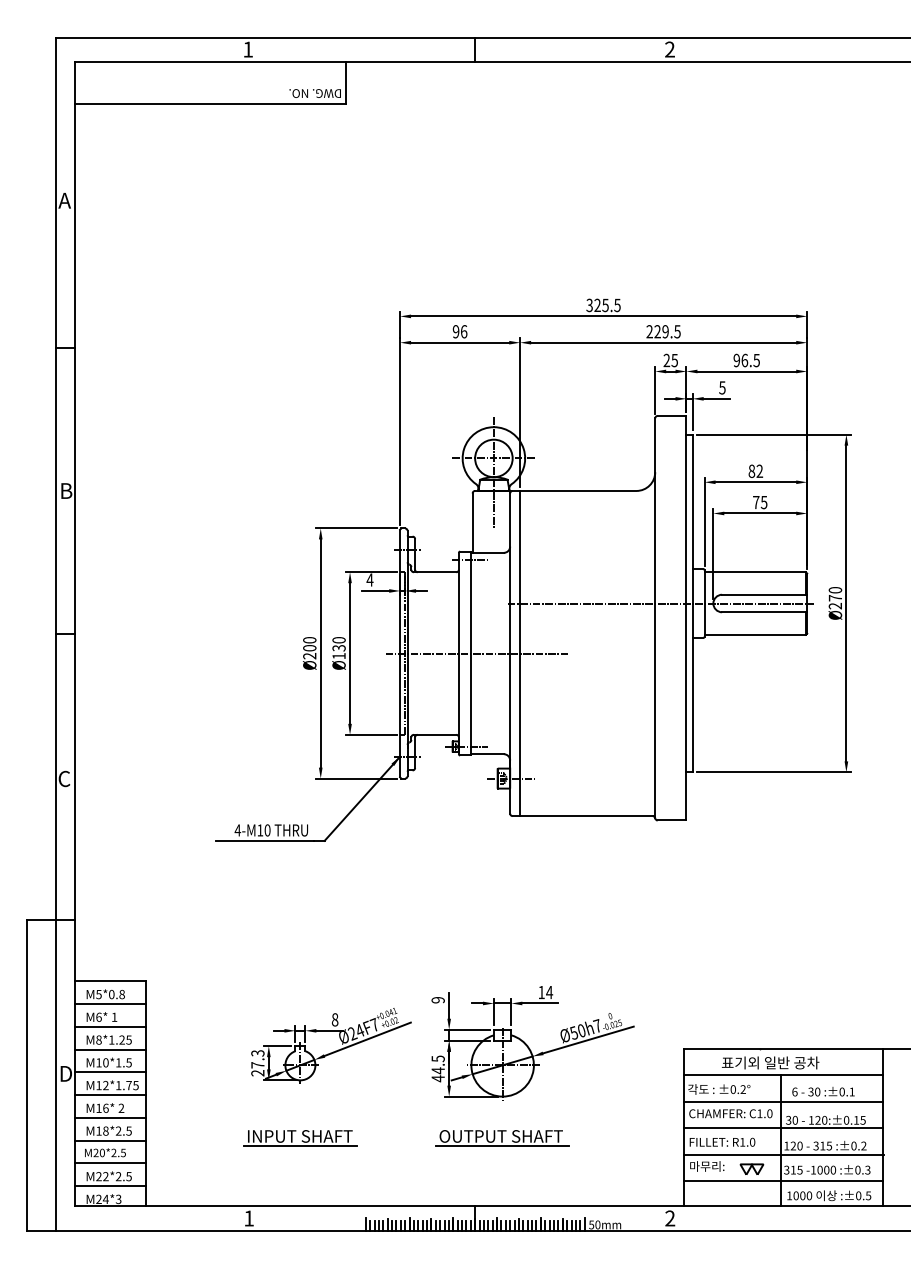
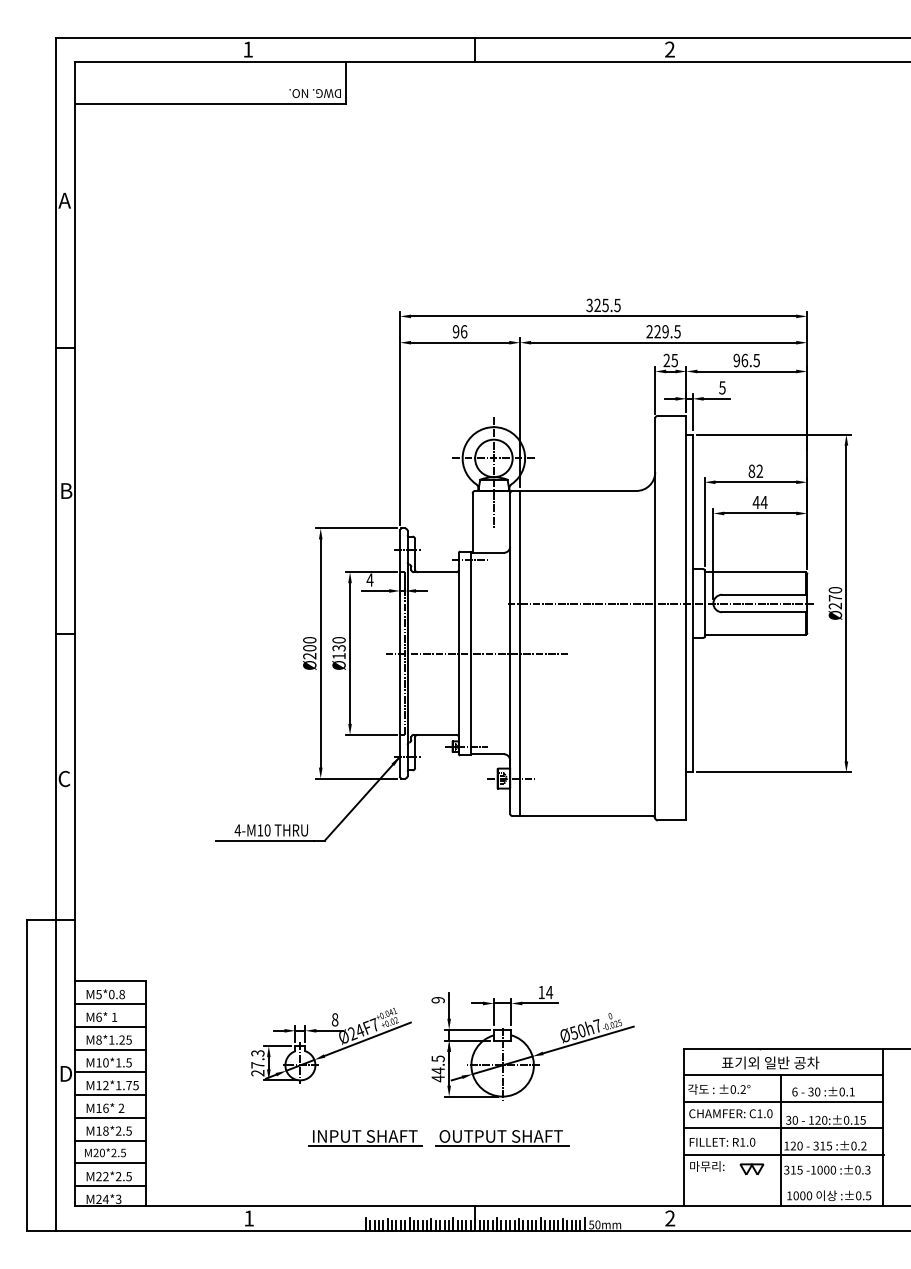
text at (759, 502): 75 -> 44
part at (300, 1138) position: (300, 1138) -> (365, 1138)
line at (783, 1180): present -> none
